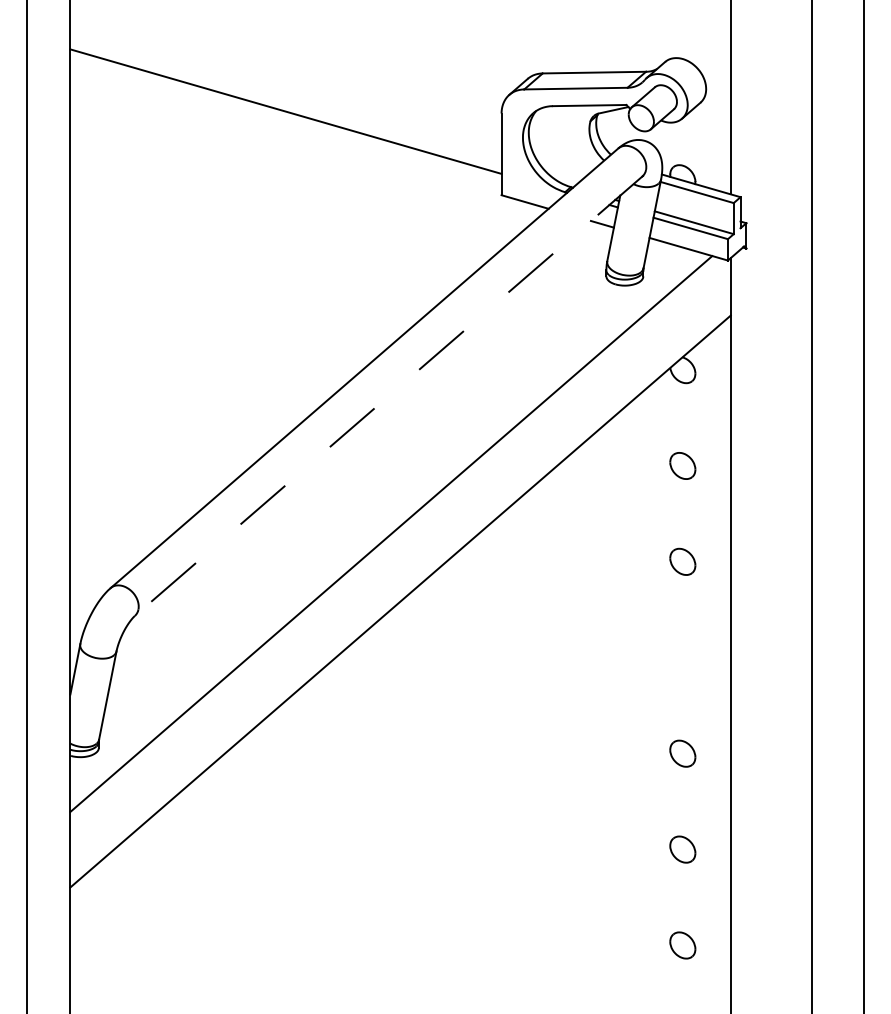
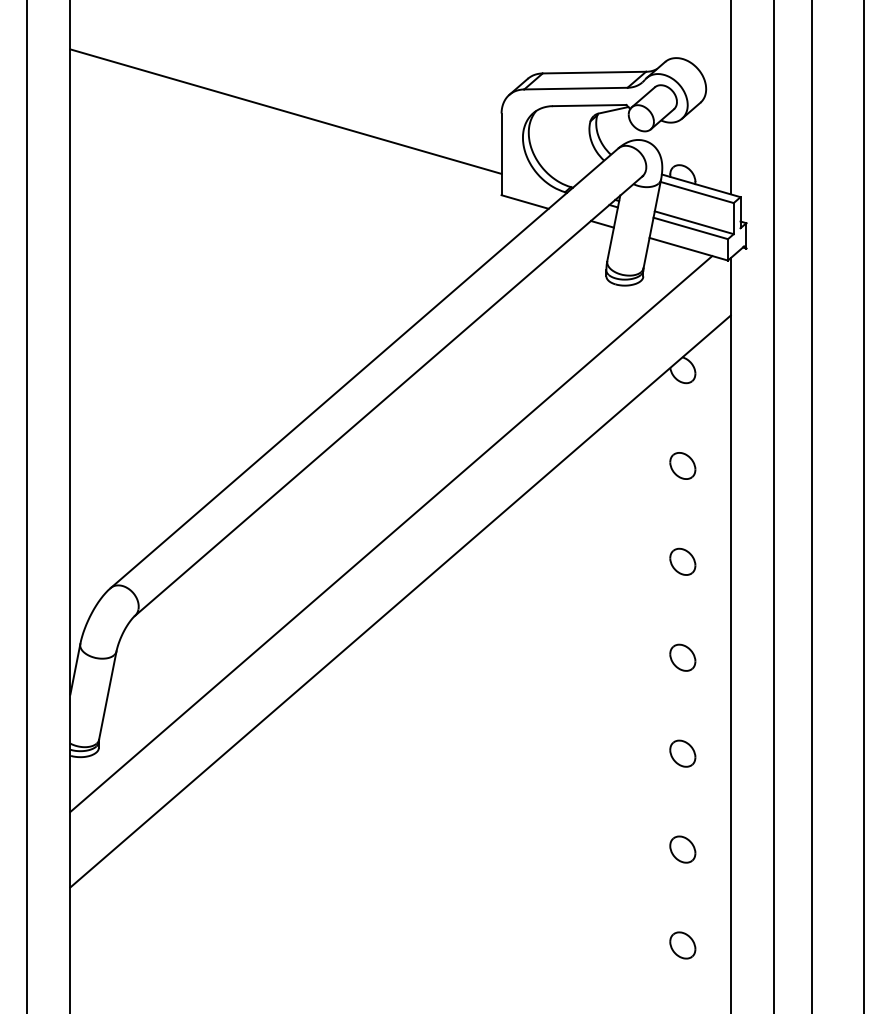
line at (388, 396): dashed -> solid
line at (774, 506): none -> present
part at (682, 657): none -> present
